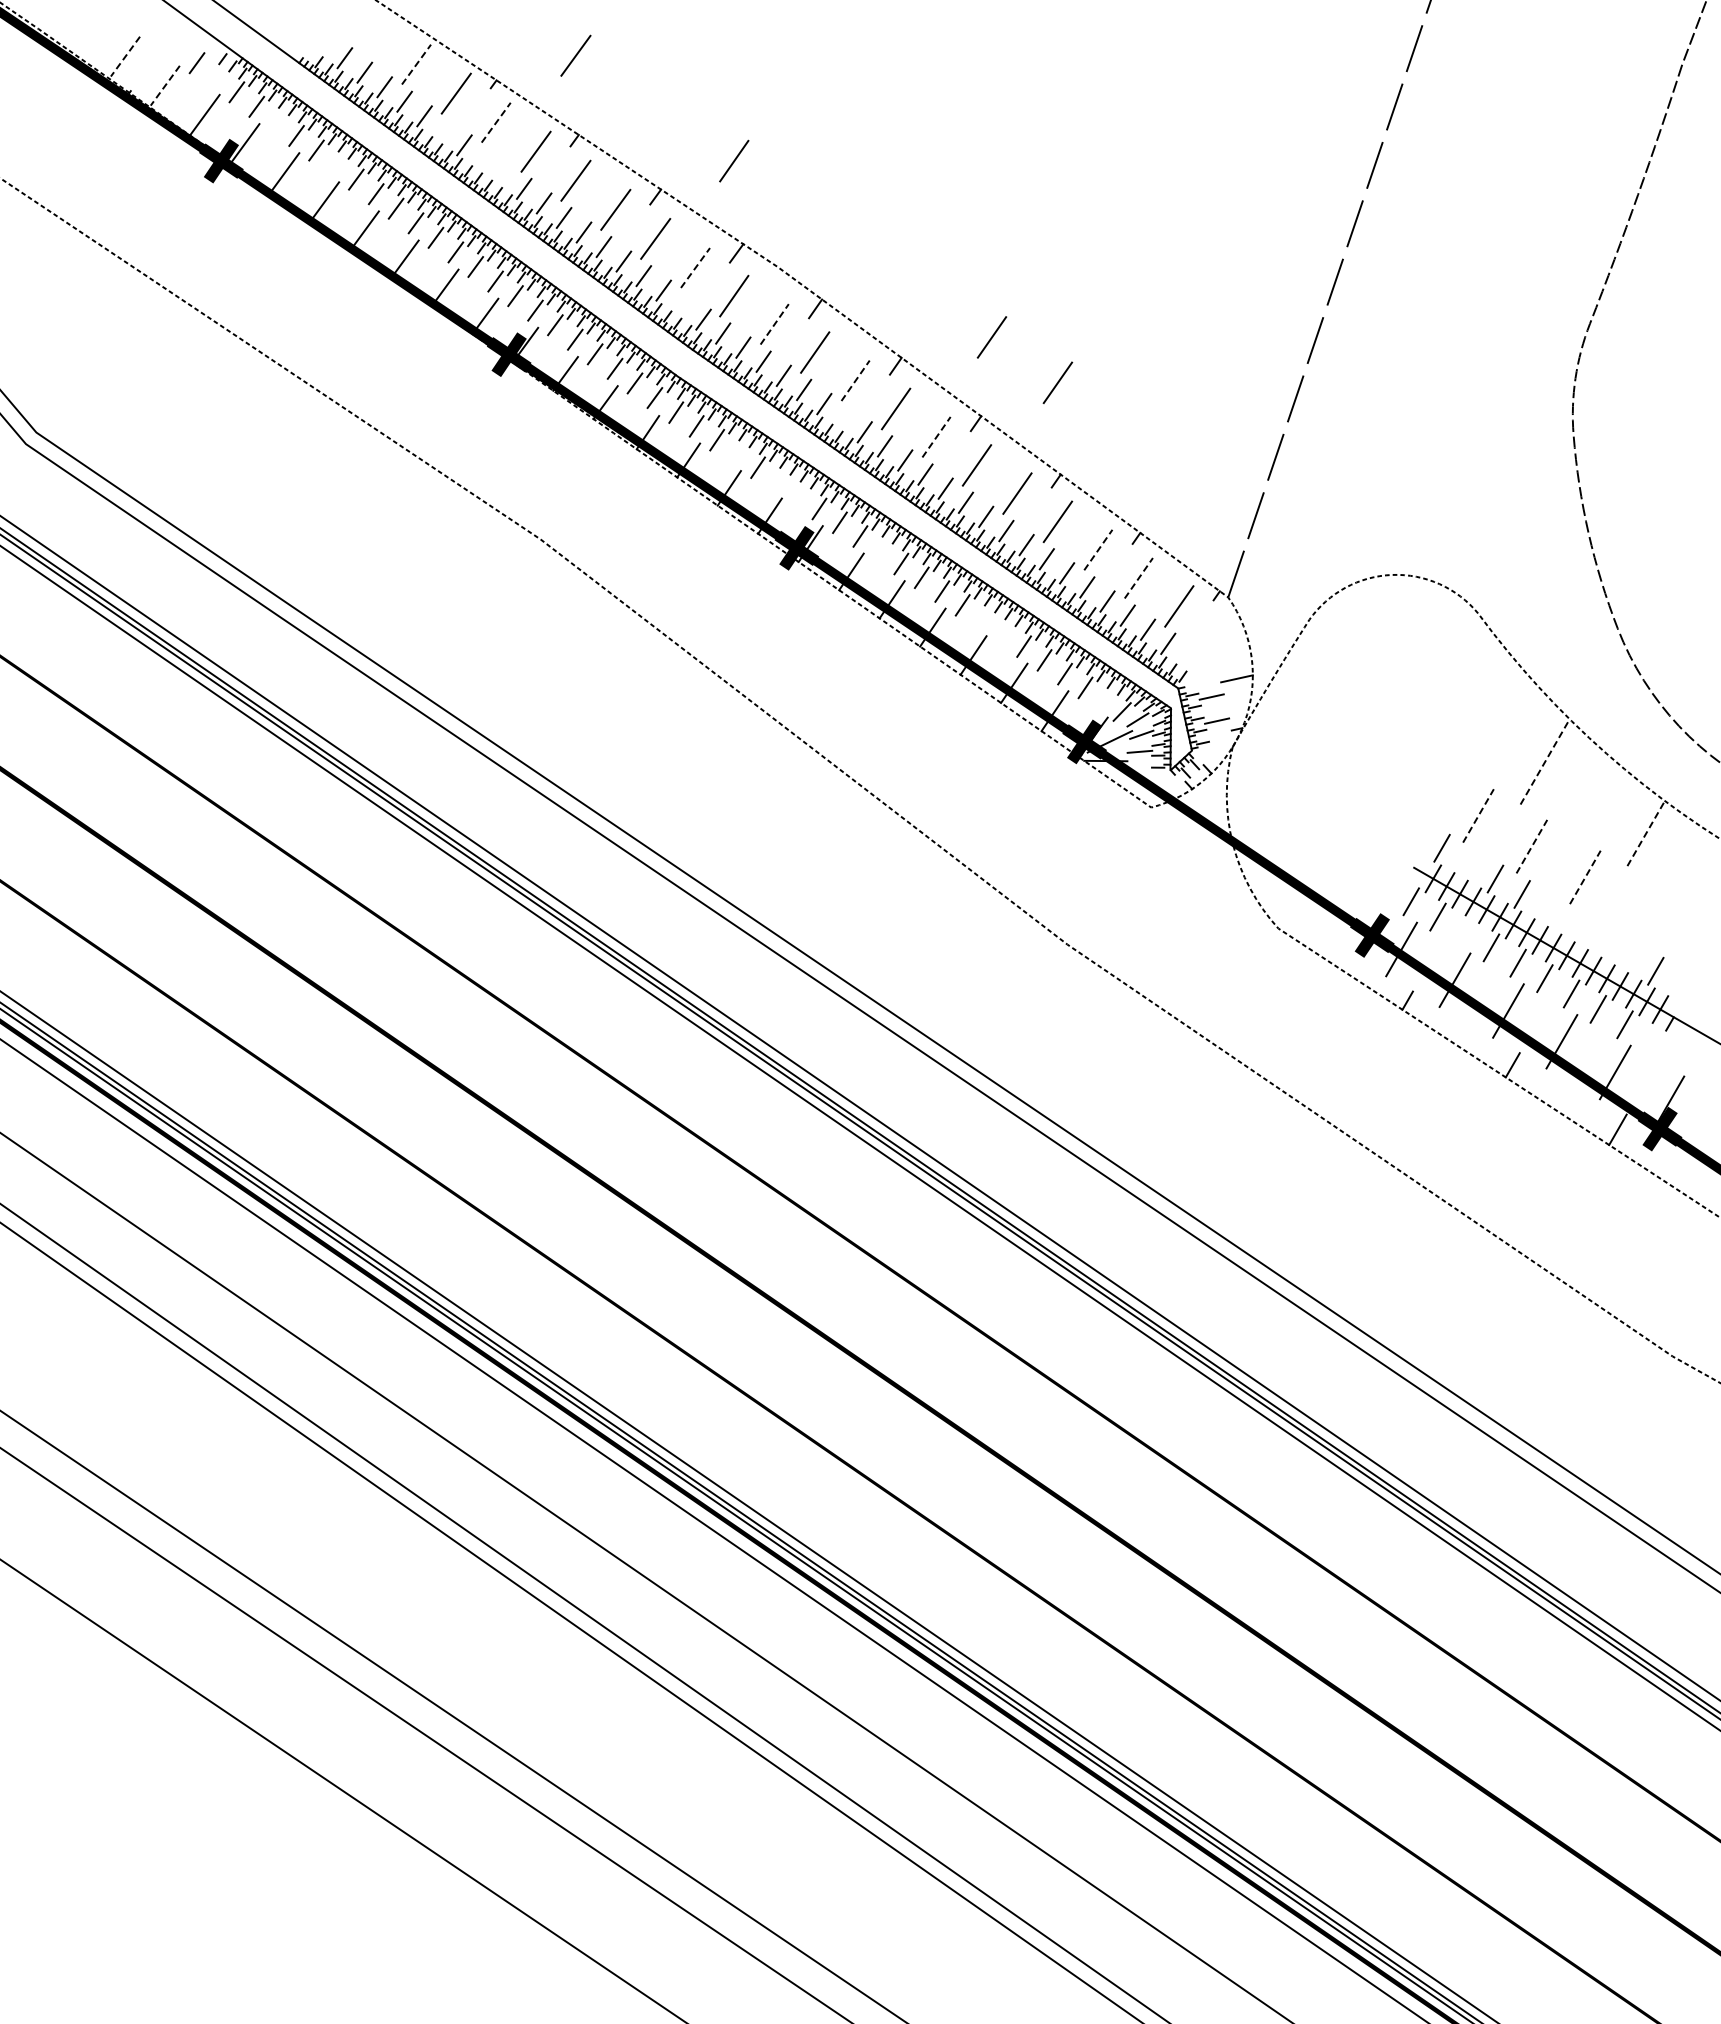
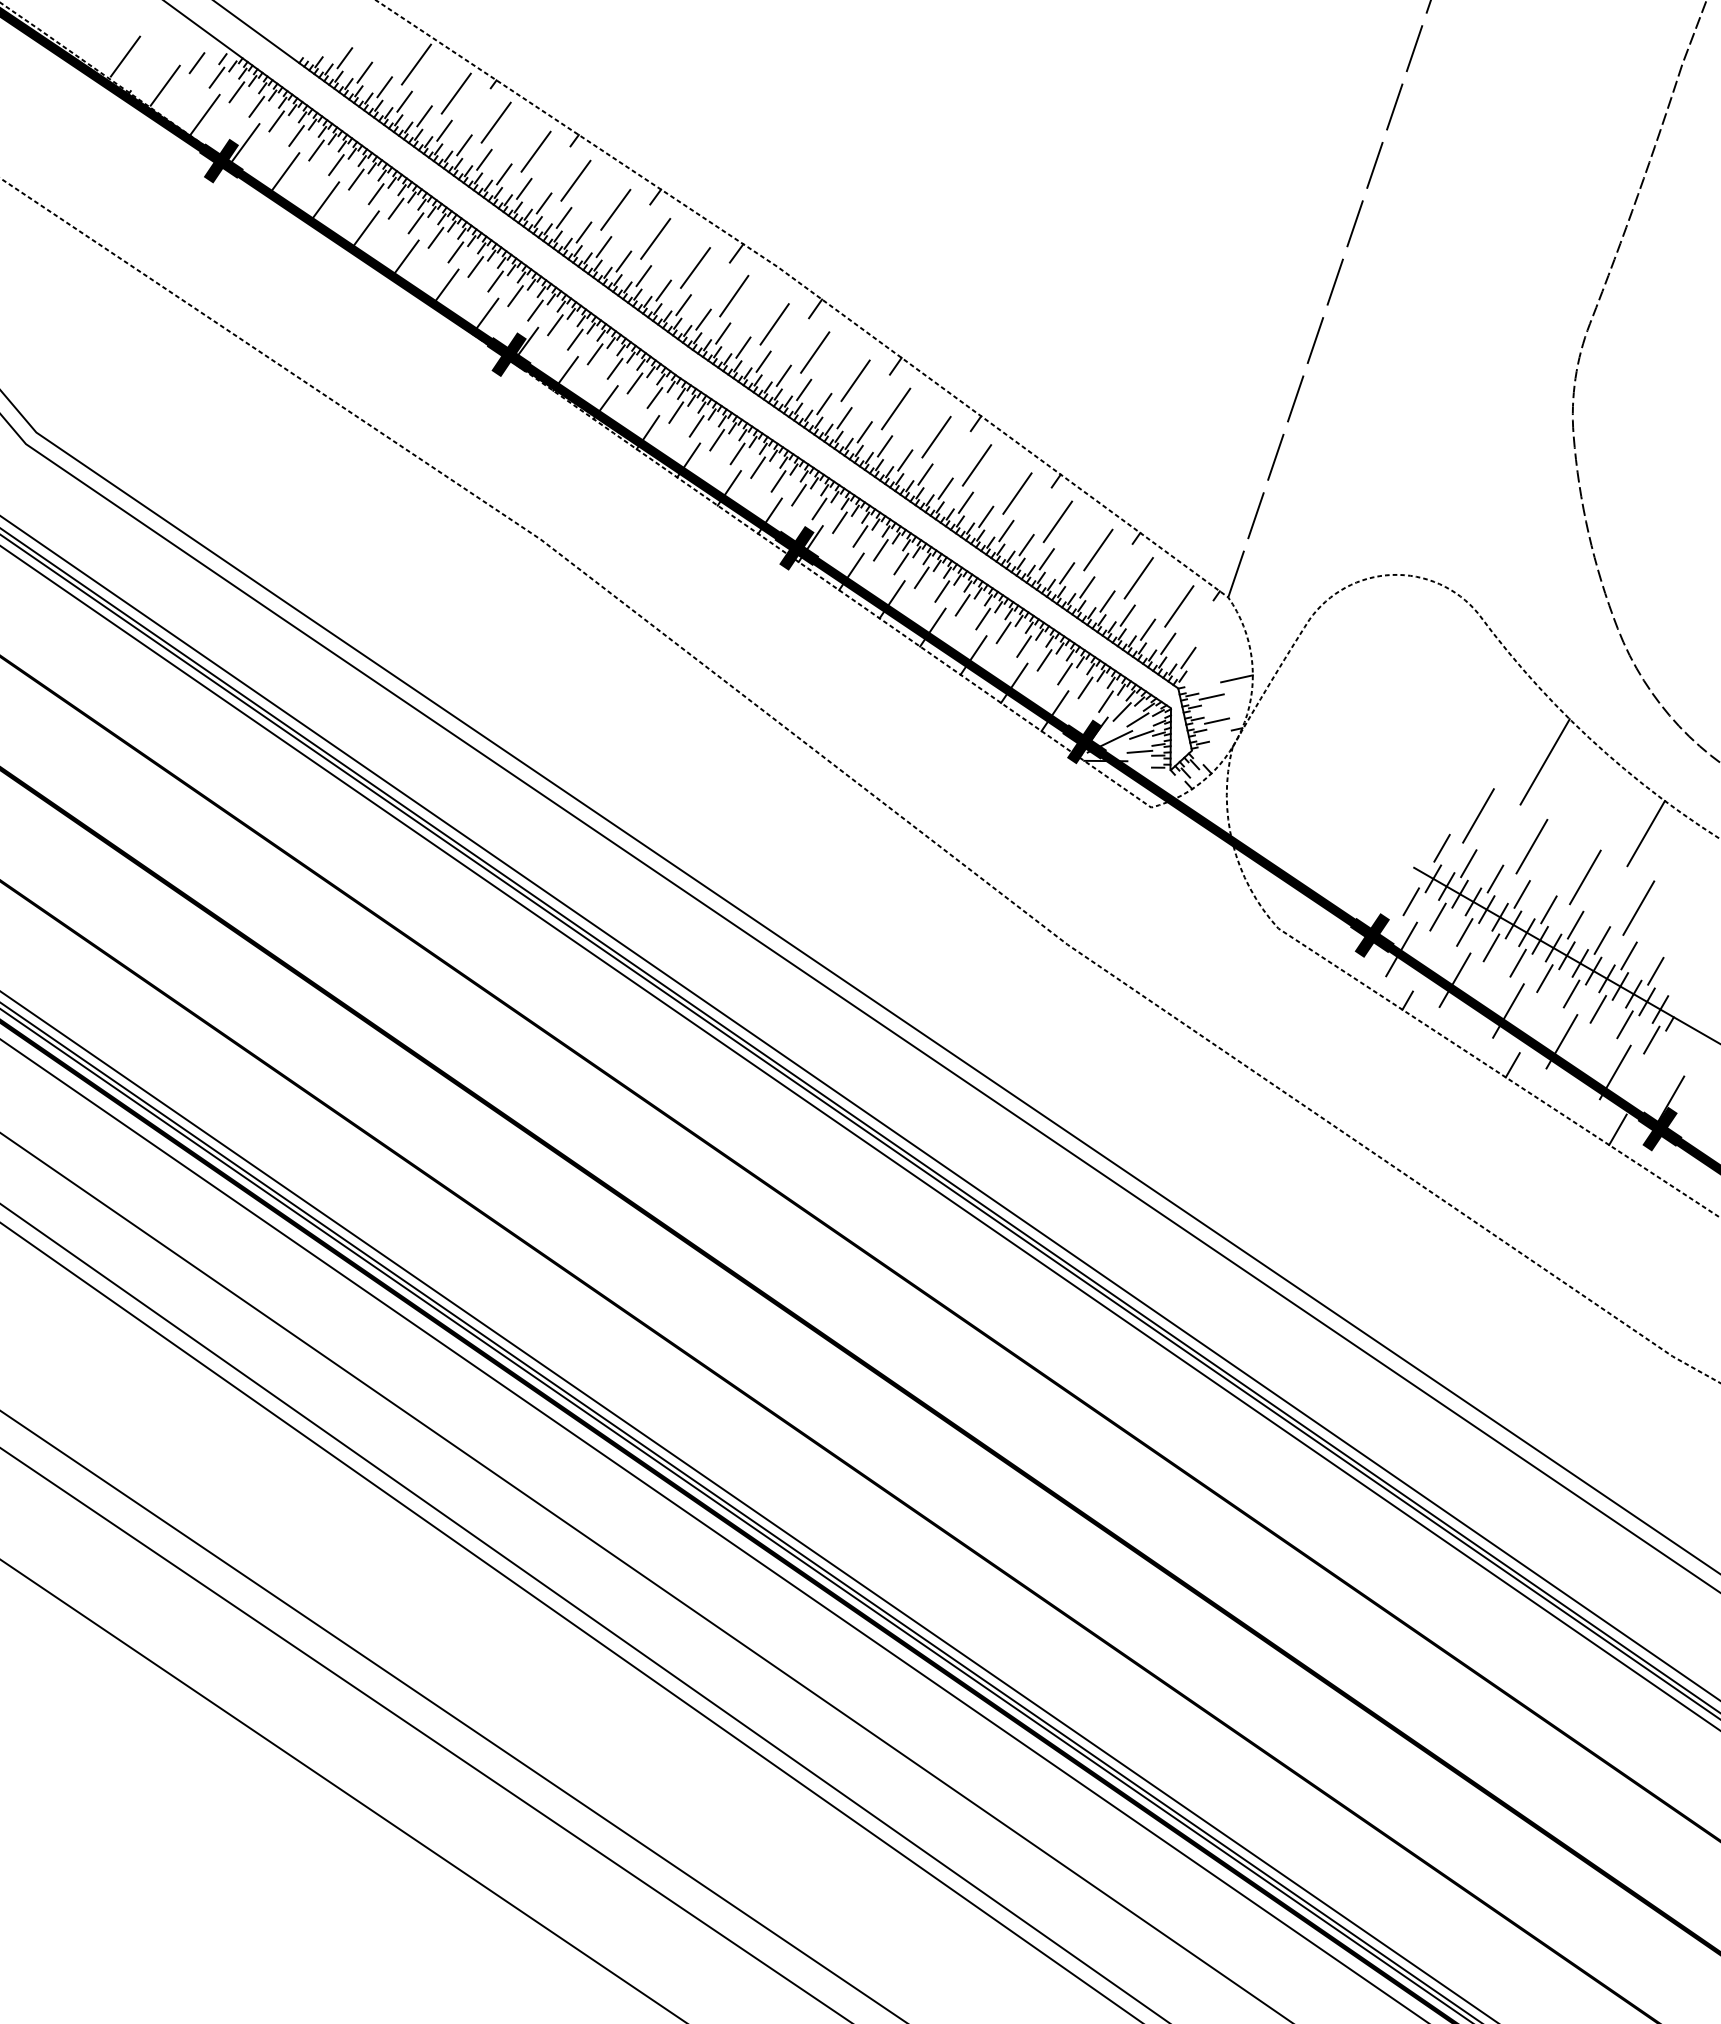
line at (575, 55): present -> none
line at (125, 56): dashed -> solid
line at (416, 64): dashed -> solid
line at (216, 77): none -> present
line at (165, 85): dashed -> solid
line at (276, 121): none -> present
line at (496, 122): dashed -> solid
line at (444, 130): none -> present
line at (484, 159): none -> present
line at (734, 160): present -> none
line at (336, 165): none -> present
line at (504, 174): none -> present
line at (695, 268): dashed -> solid
line at (683, 305): none -> present
line at (774, 324): dashed -> solid
line at (991, 337): present -> none
line at (855, 380): dashed -> solid
line at (1057, 382): present -> none
line at (844, 418): none -> present
line at (936, 437): dashed -> solid
line at (737, 453): none -> present
line at (778, 481): none -> present
line at (798, 495): none -> present
line at (880, 550): none -> present
line at (1098, 550): dashed -> solid
line at (1138, 578): dashed -> solid
line at (983, 618): none -> present
line at (1003, 632): none -> present
line at (1188, 657): none -> present
line at (1105, 701): none -> present
line at (1545, 761): dashed -> solid
line at (1478, 815): dashed -> solid
line at (1646, 833): dashed -> solid
line at (1531, 846): dashed -> solid
line at (1468, 863): none -> present
line at (1585, 877): dashed -> solid
line at (1638, 907): none -> present
line at (1548, 909): none -> present
line at (1575, 924): none -> present
line at (1464, 932): none -> present
line at (1602, 940): none -> present
line at (1628, 955): none -> present
line at (1651, 1039): none -> present
